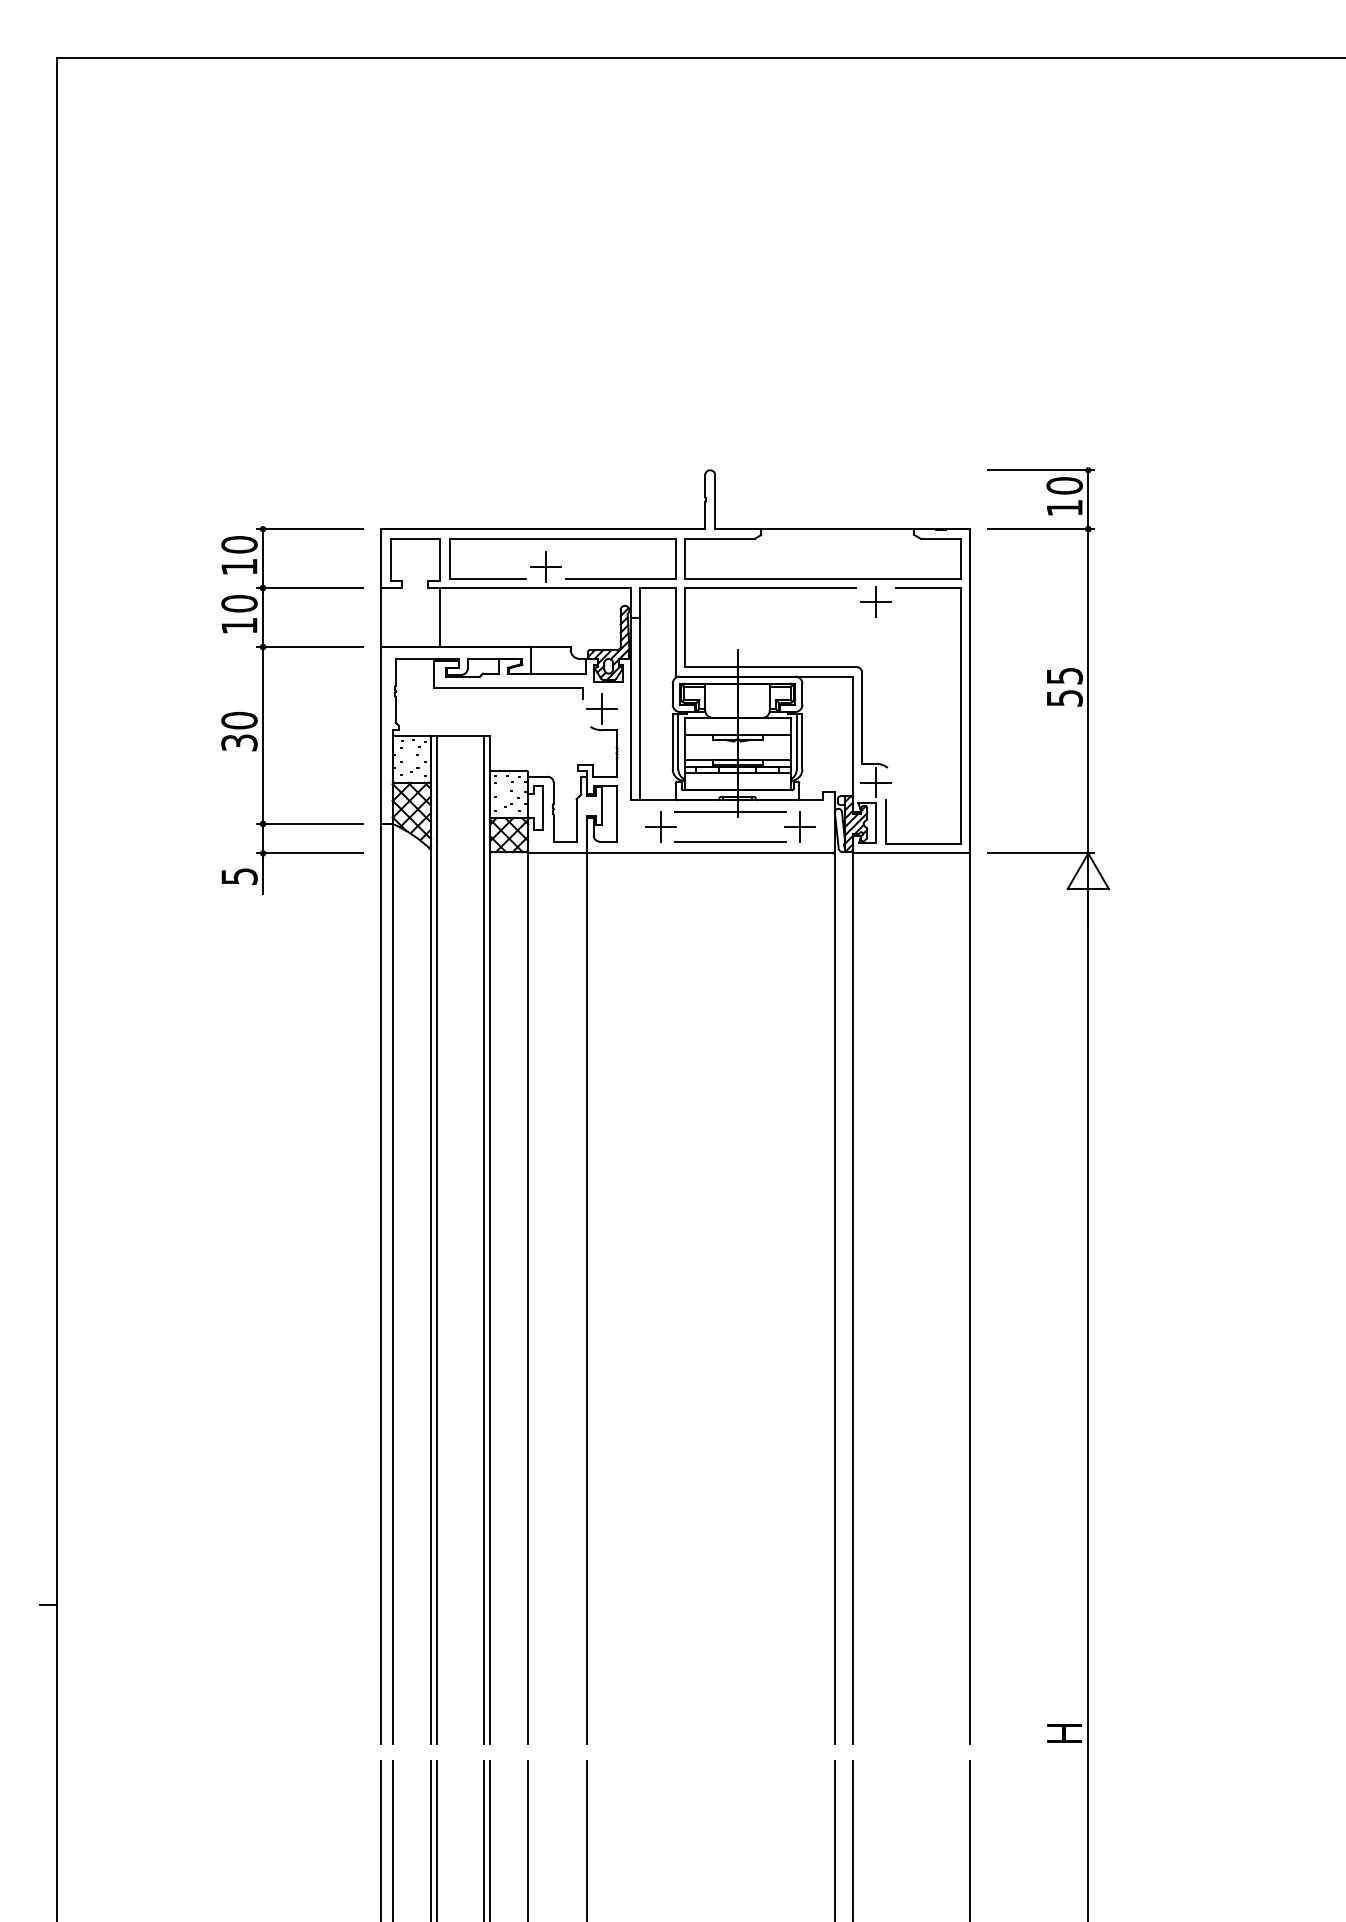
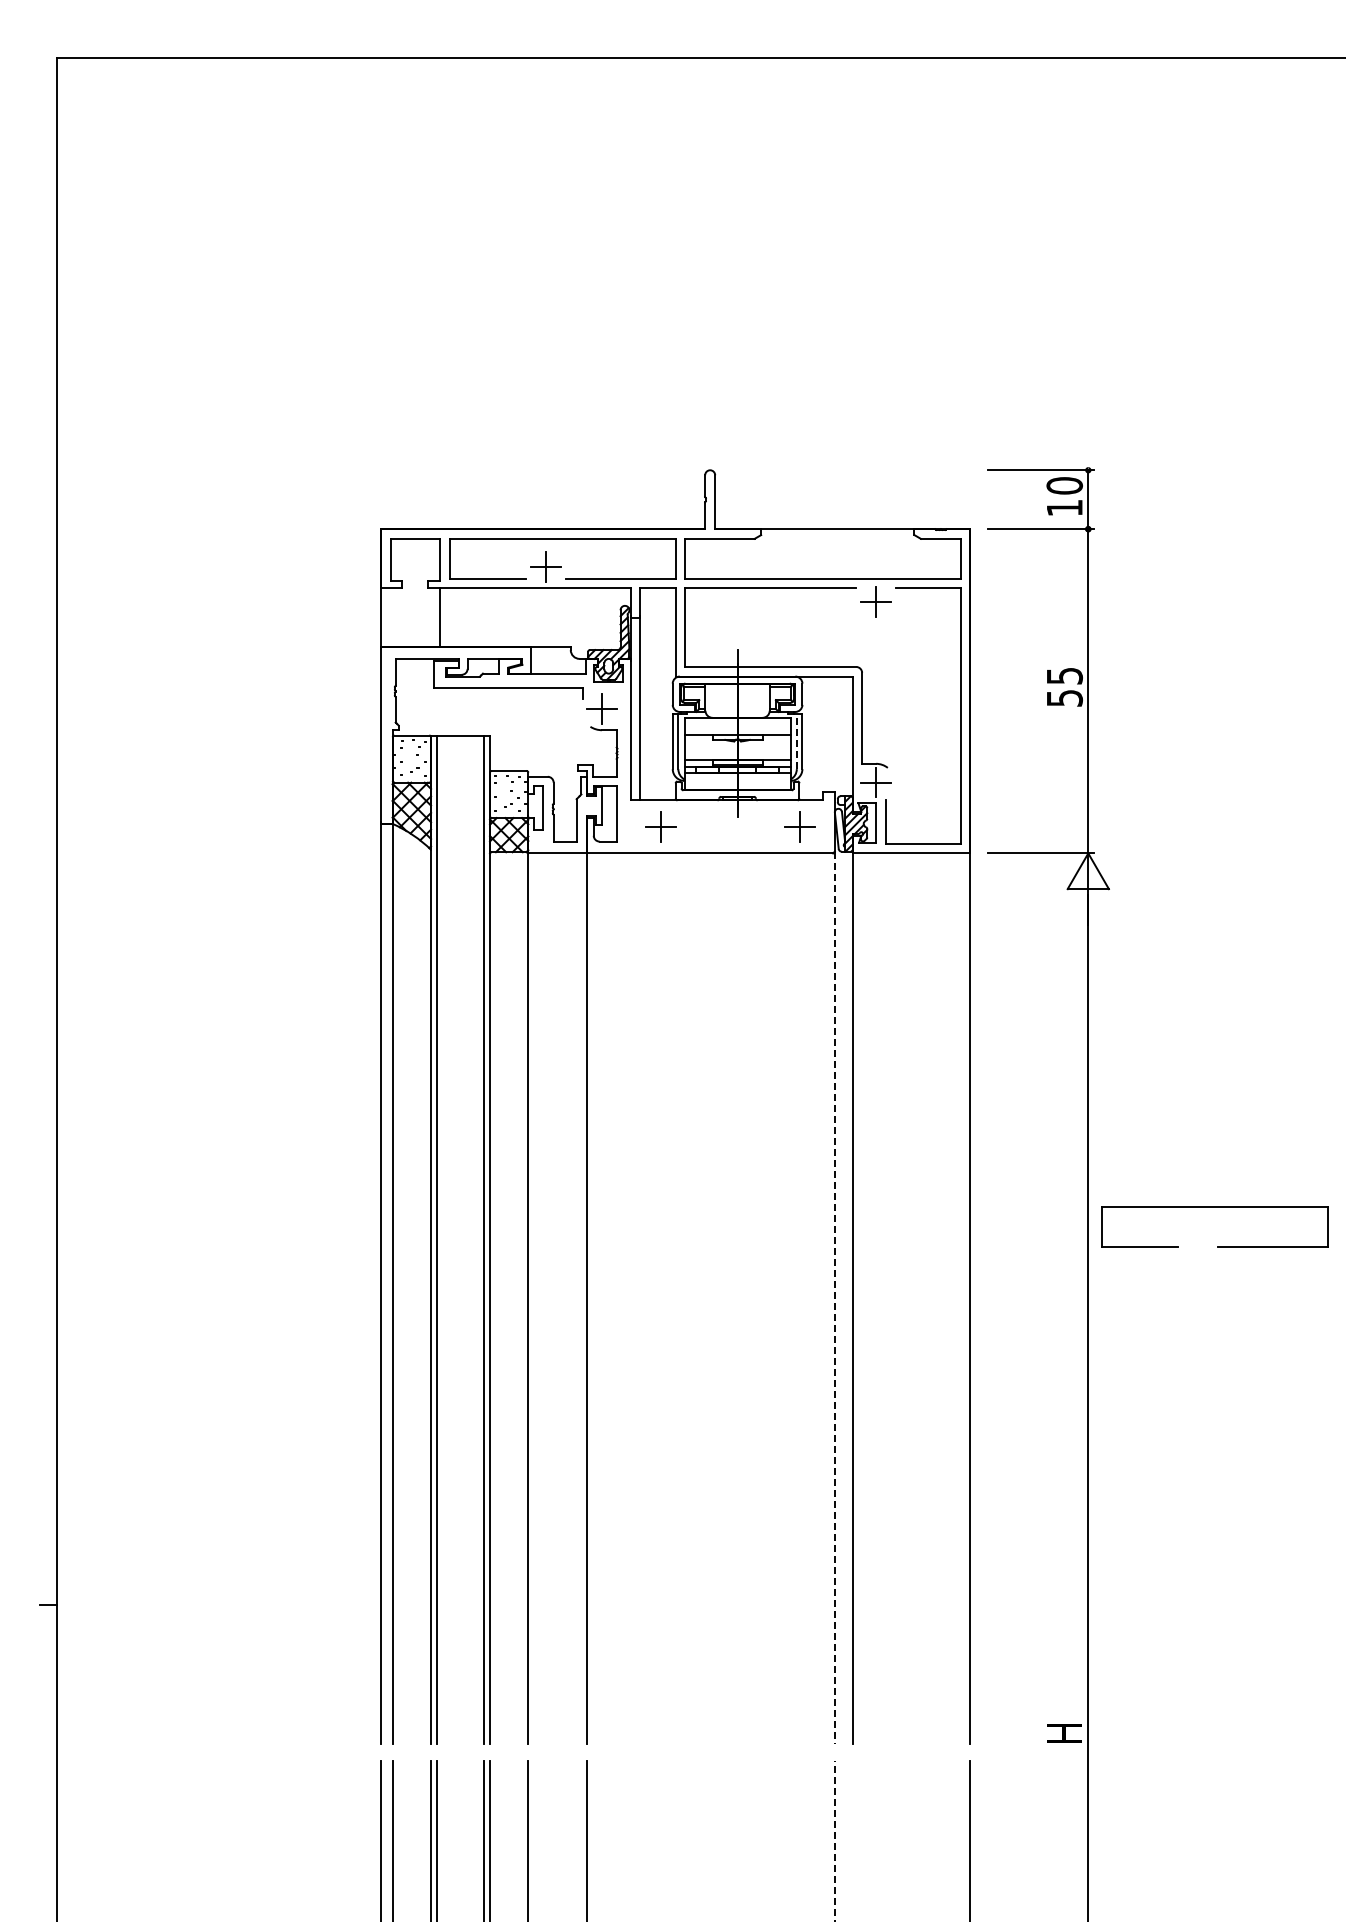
part at (263, 710): present -> none
line at (796, 741): solid -> dashed
line at (730, 811): present -> none
line at (730, 842): present -> none
part at (1214, 1207): none -> present
line at (834, 1297): solid -> dashed
line at (852, 1839): present -> none
line at (834, 1841): solid -> dashed
